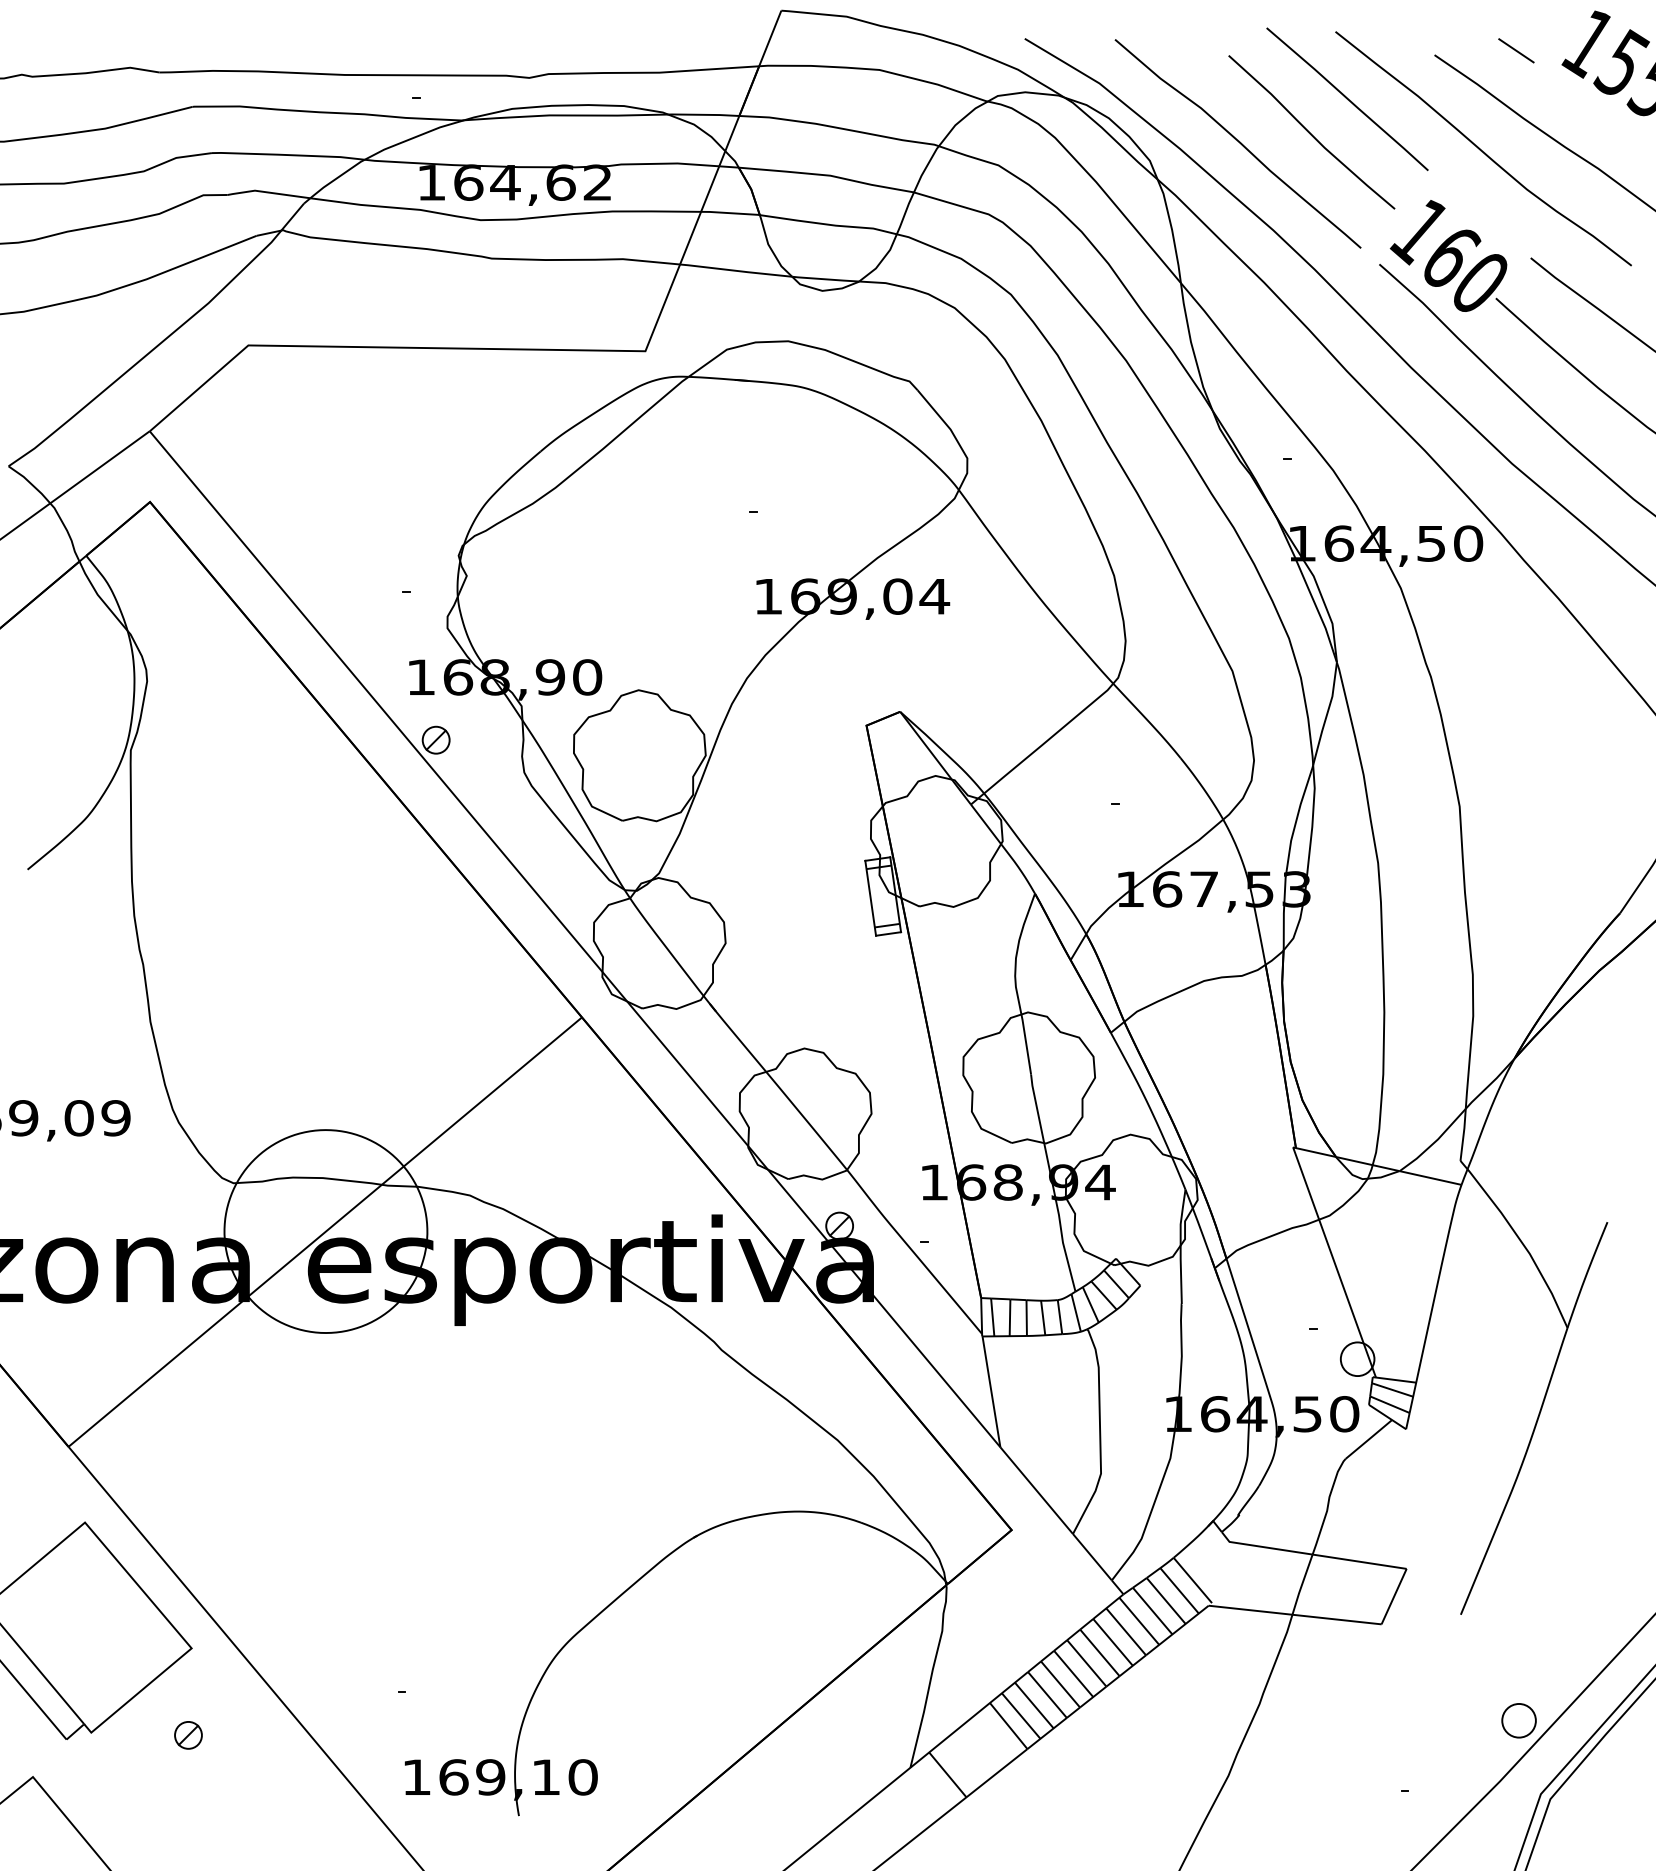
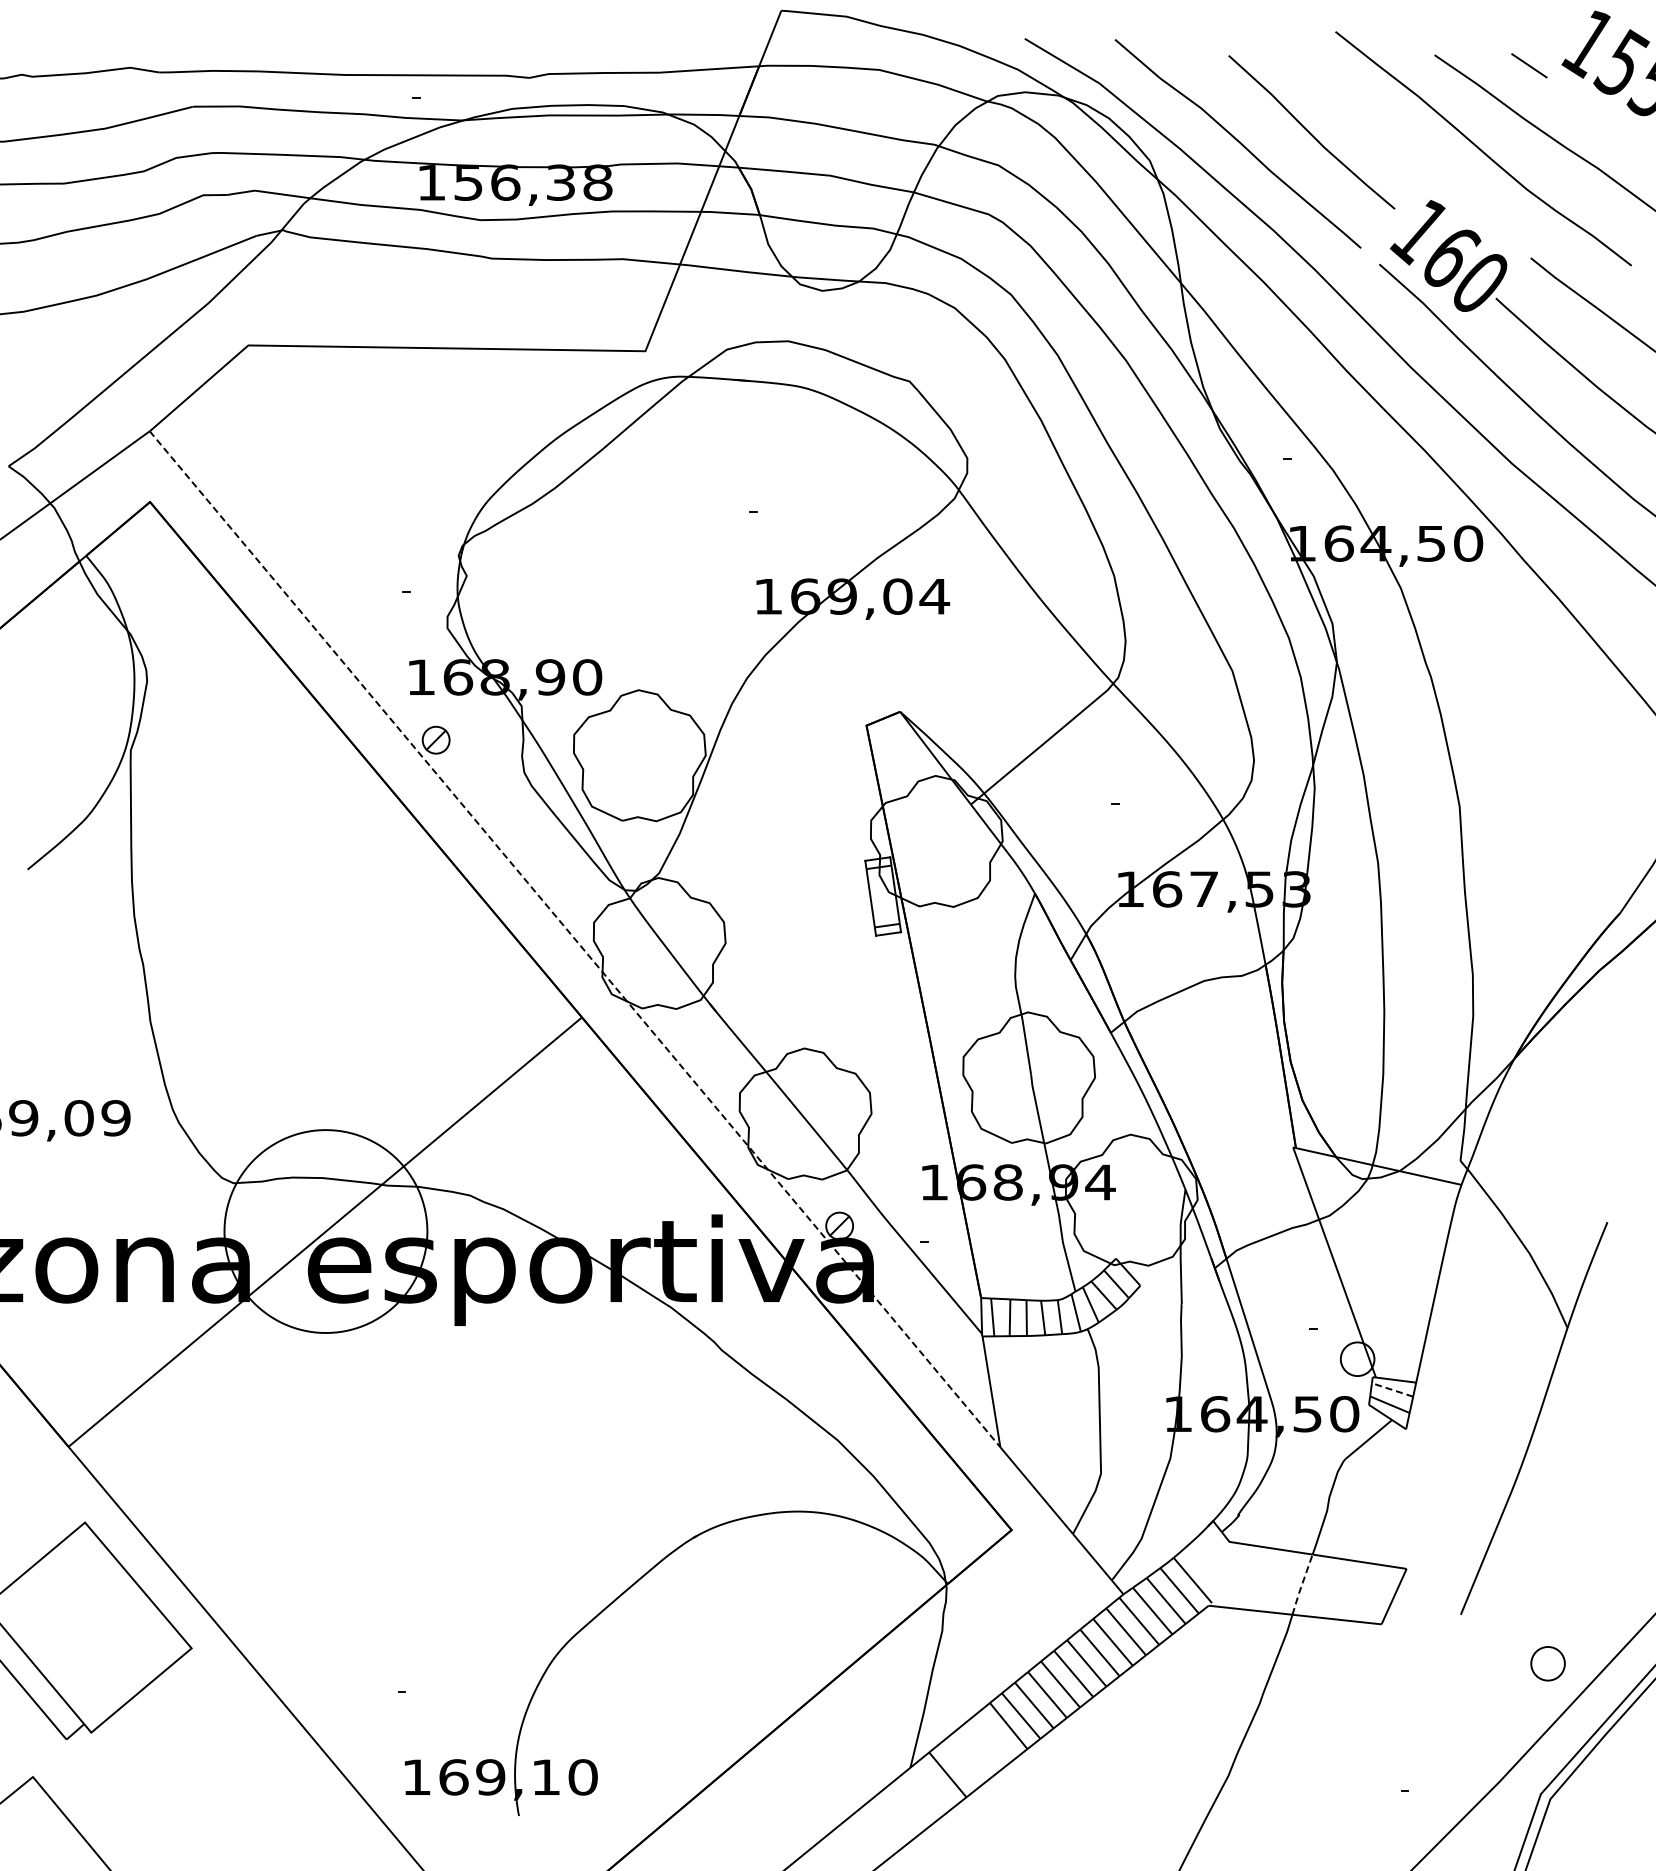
line at (1516, 50) position: (1516, 50) -> (1529, 65)
line at (1347, 99): present -> none
text at (533, 182): 164,62 -> 156,38
line at (575, 940): solid -> dashed
line at (1392, 1389): solid -> dashed
line at (1302, 1584): solid -> dashed
part at (1518, 1720) position: (1518, 1720) -> (1547, 1663)
part at (188, 1735): present -> none
